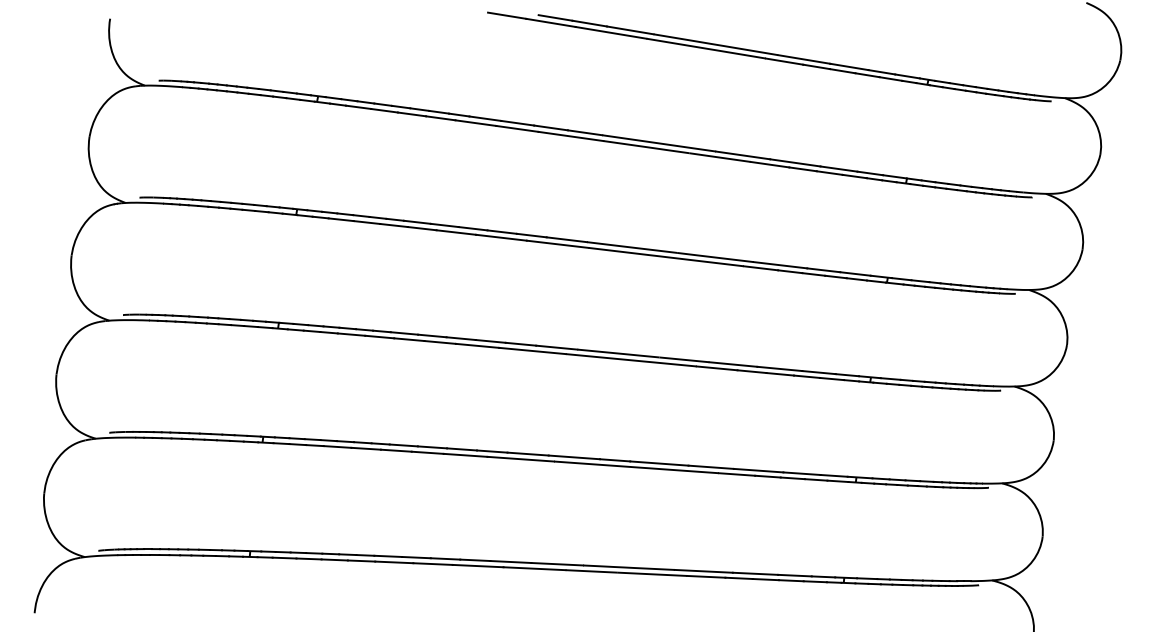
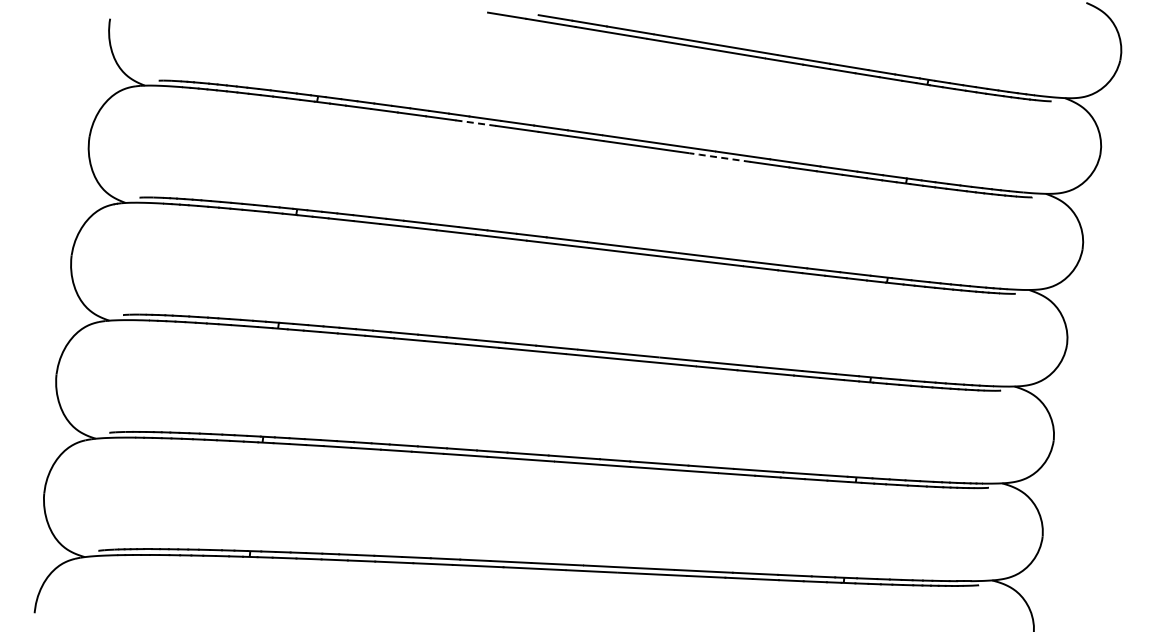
line at (475, 123): solid -> dashed
line at (718, 157): solid -> dashed
